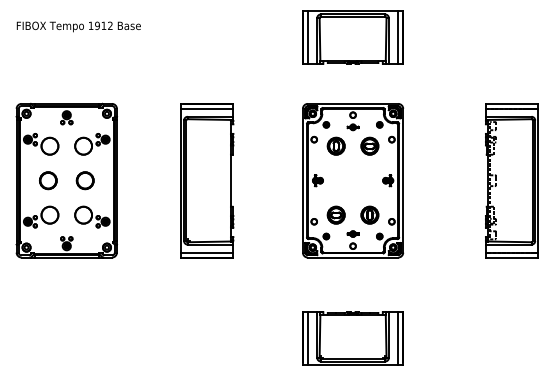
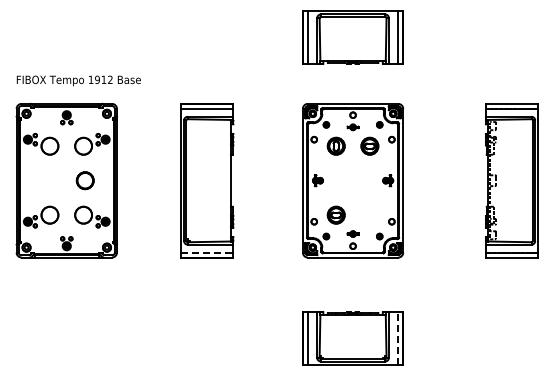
text at (78, 26) position: (78, 26) -> (78, 80)
part at (48, 180): present -> none
part at (369, 214): present -> none
line at (207, 252): solid -> dashed
line at (398, 337): solid -> dashed
